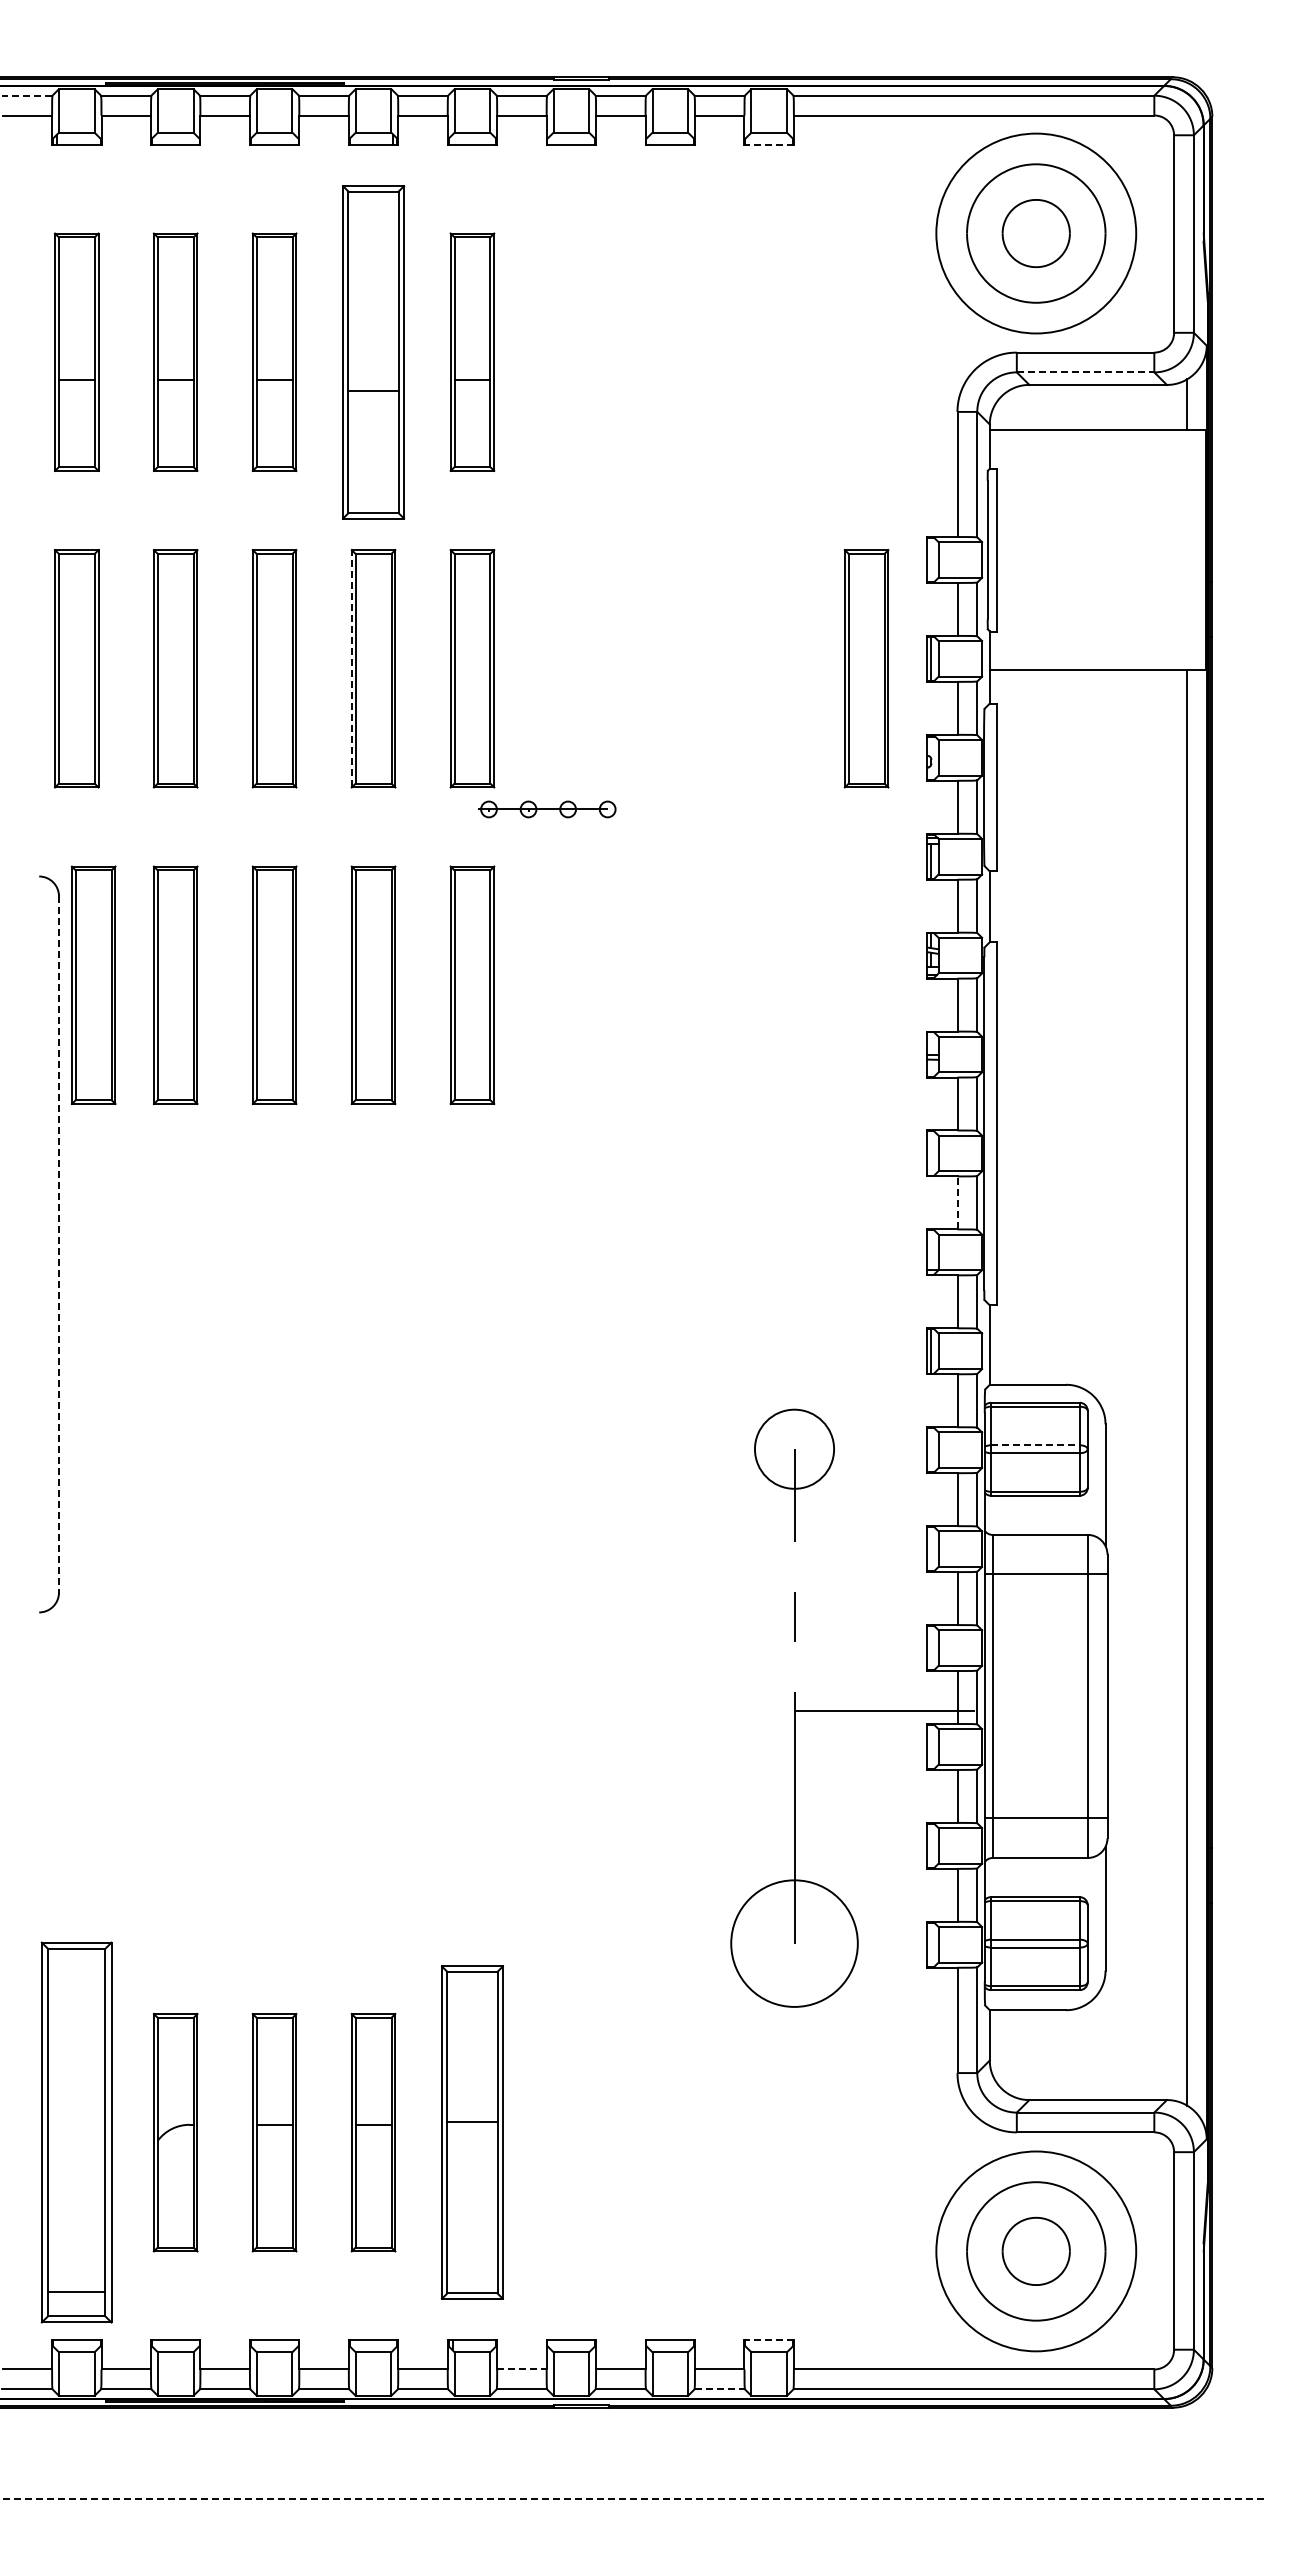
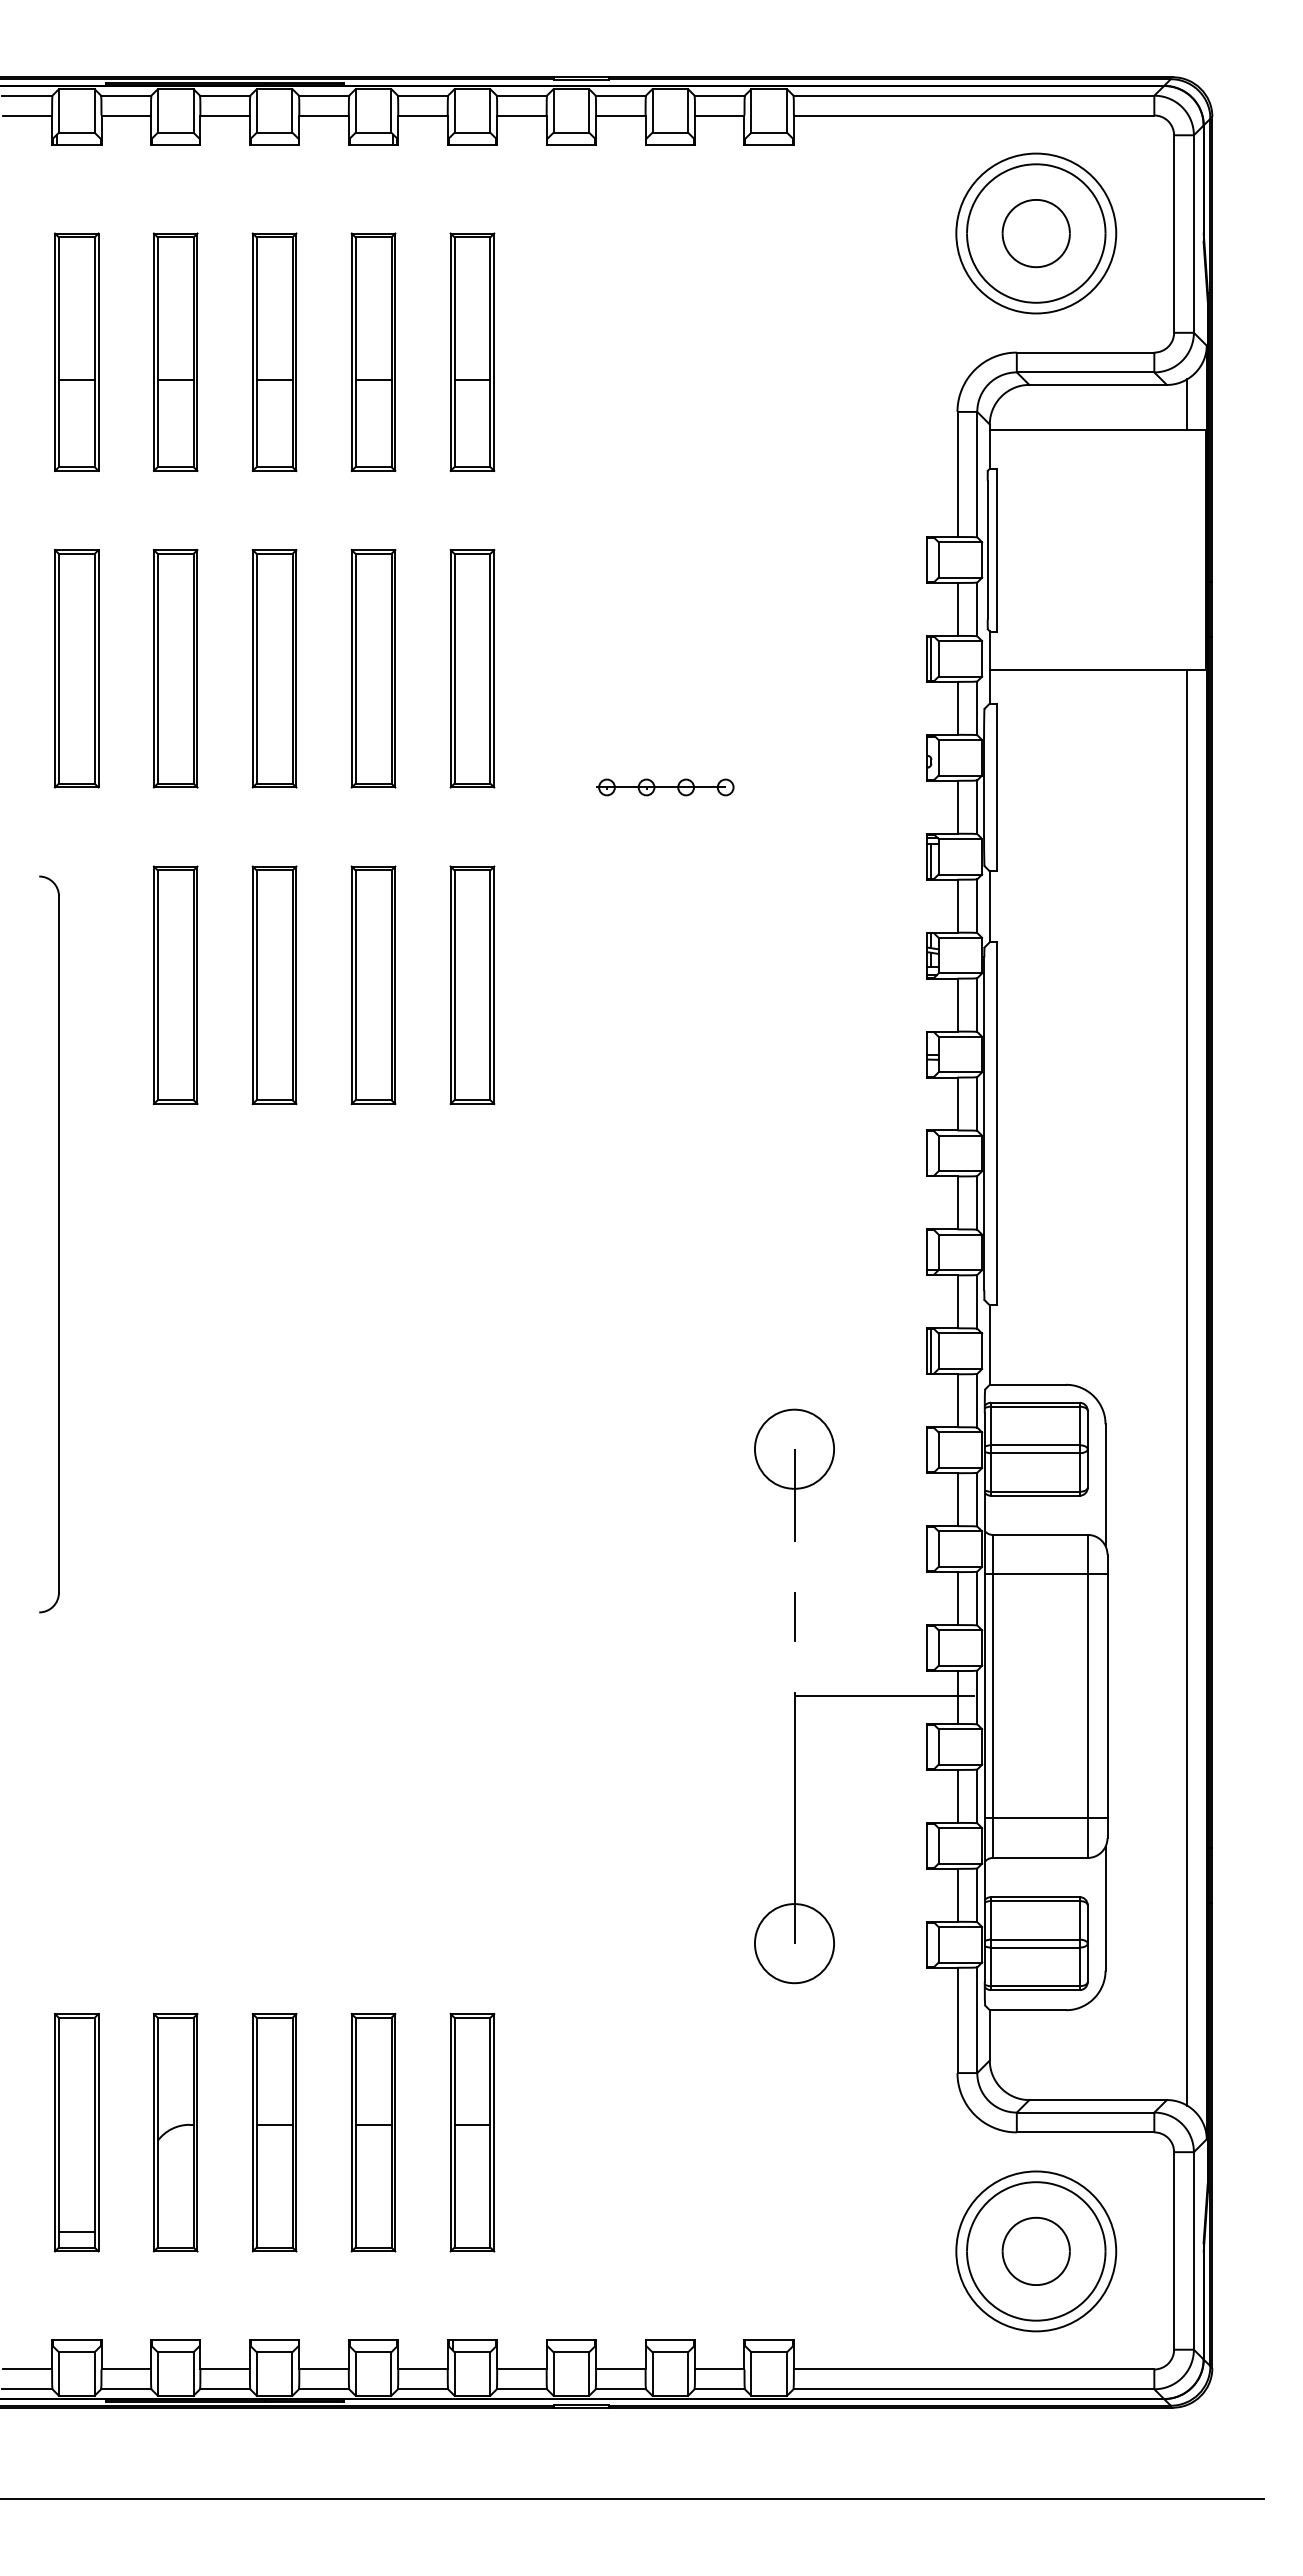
line at (26, 95): dashed -> solid
line at (769, 144): dashed -> solid
circle at (1036, 233) diameter: 200 px -> 160 px
part at (373, 352) size: 64x335 px -> 47x240 px
line at (1085, 372): dashed -> solid
line at (351, 668): dashed -> solid
part at (866, 668): present -> none
part at (547, 809) position: (547, 809) -> (665, 787)
part at (93, 985): present -> none
line at (957, 1202): dashed -> solid
line at (59, 1244): dashed -> solid
line at (1035, 1445): dashed -> solid
line at (884, 1711) position: (884, 1711) -> (884, 1696)
circle at (794, 1943) diameter: 127 px -> 79 px
part at (76, 2132) size: 73x383 px -> 46x240 px
part at (471, 2132) size: 64x335 px -> 47x240 px
circle at (1036, 2251) diameter: 200 px -> 160 px
line at (769, 2340): dashed -> solid
line at (521, 2369): dashed -> solid
line at (720, 2389): dashed -> solid
line at (631, 2498): dashed -> solid
